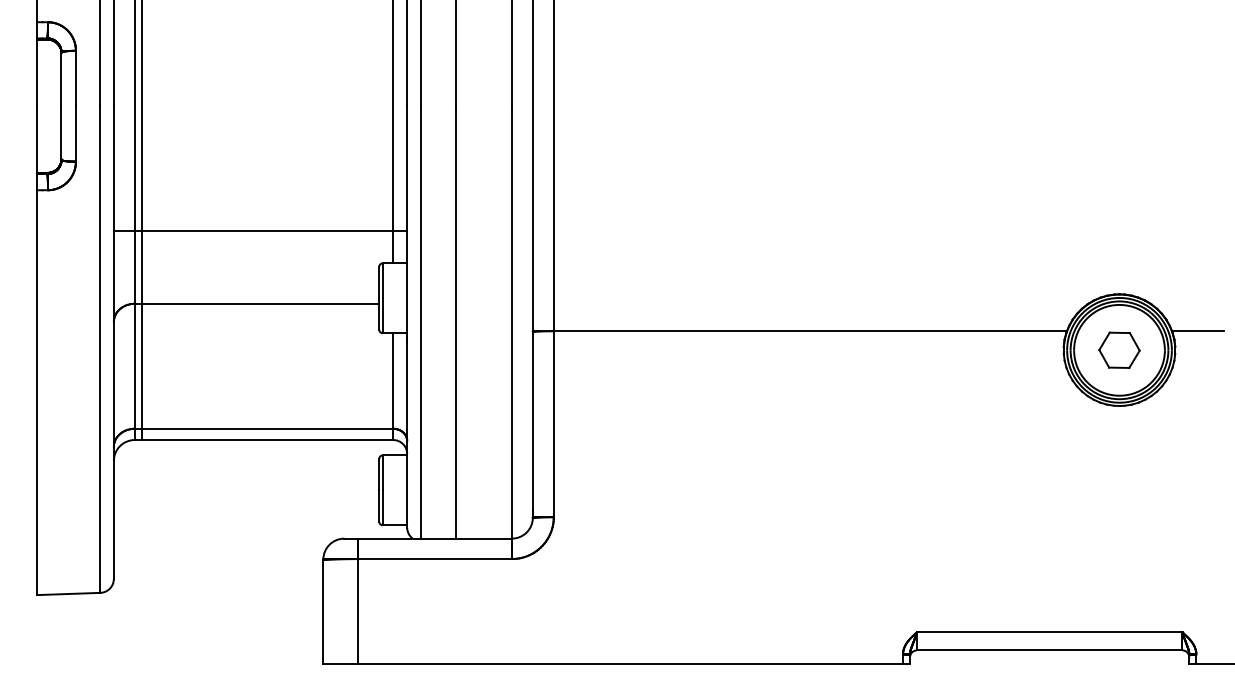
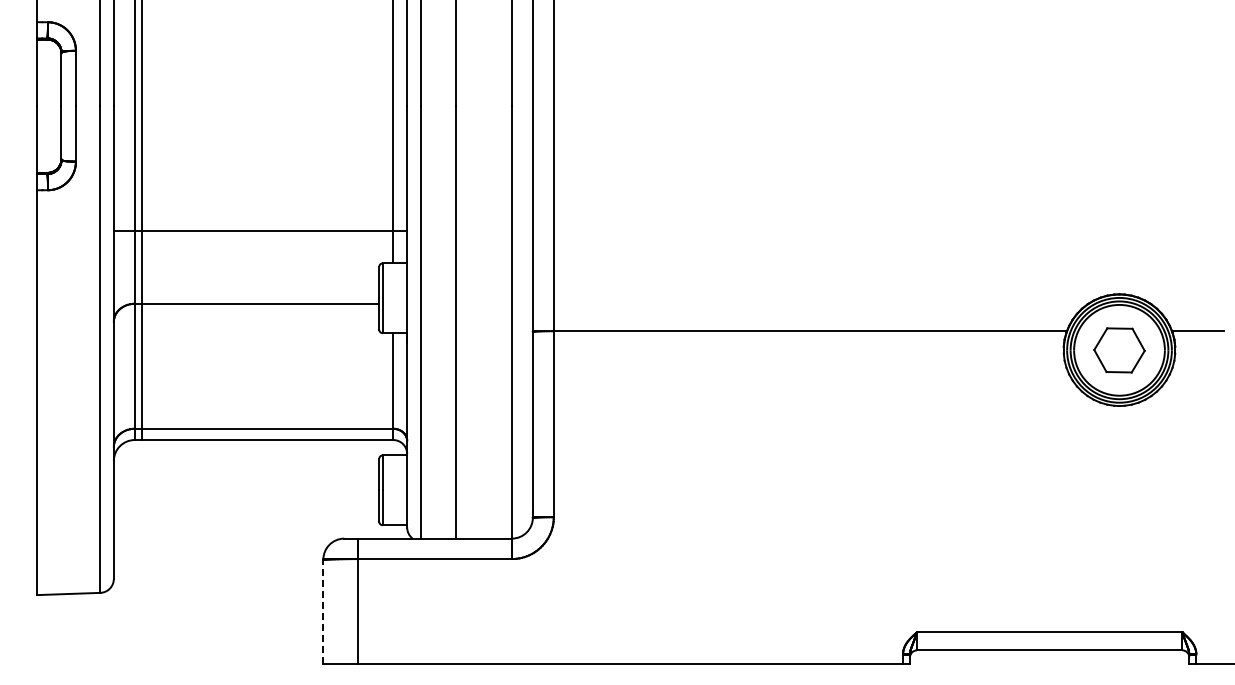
part at (1119, 349) size: 43x38 px -> 53x47 px
line at (323, 611): solid -> dashed
